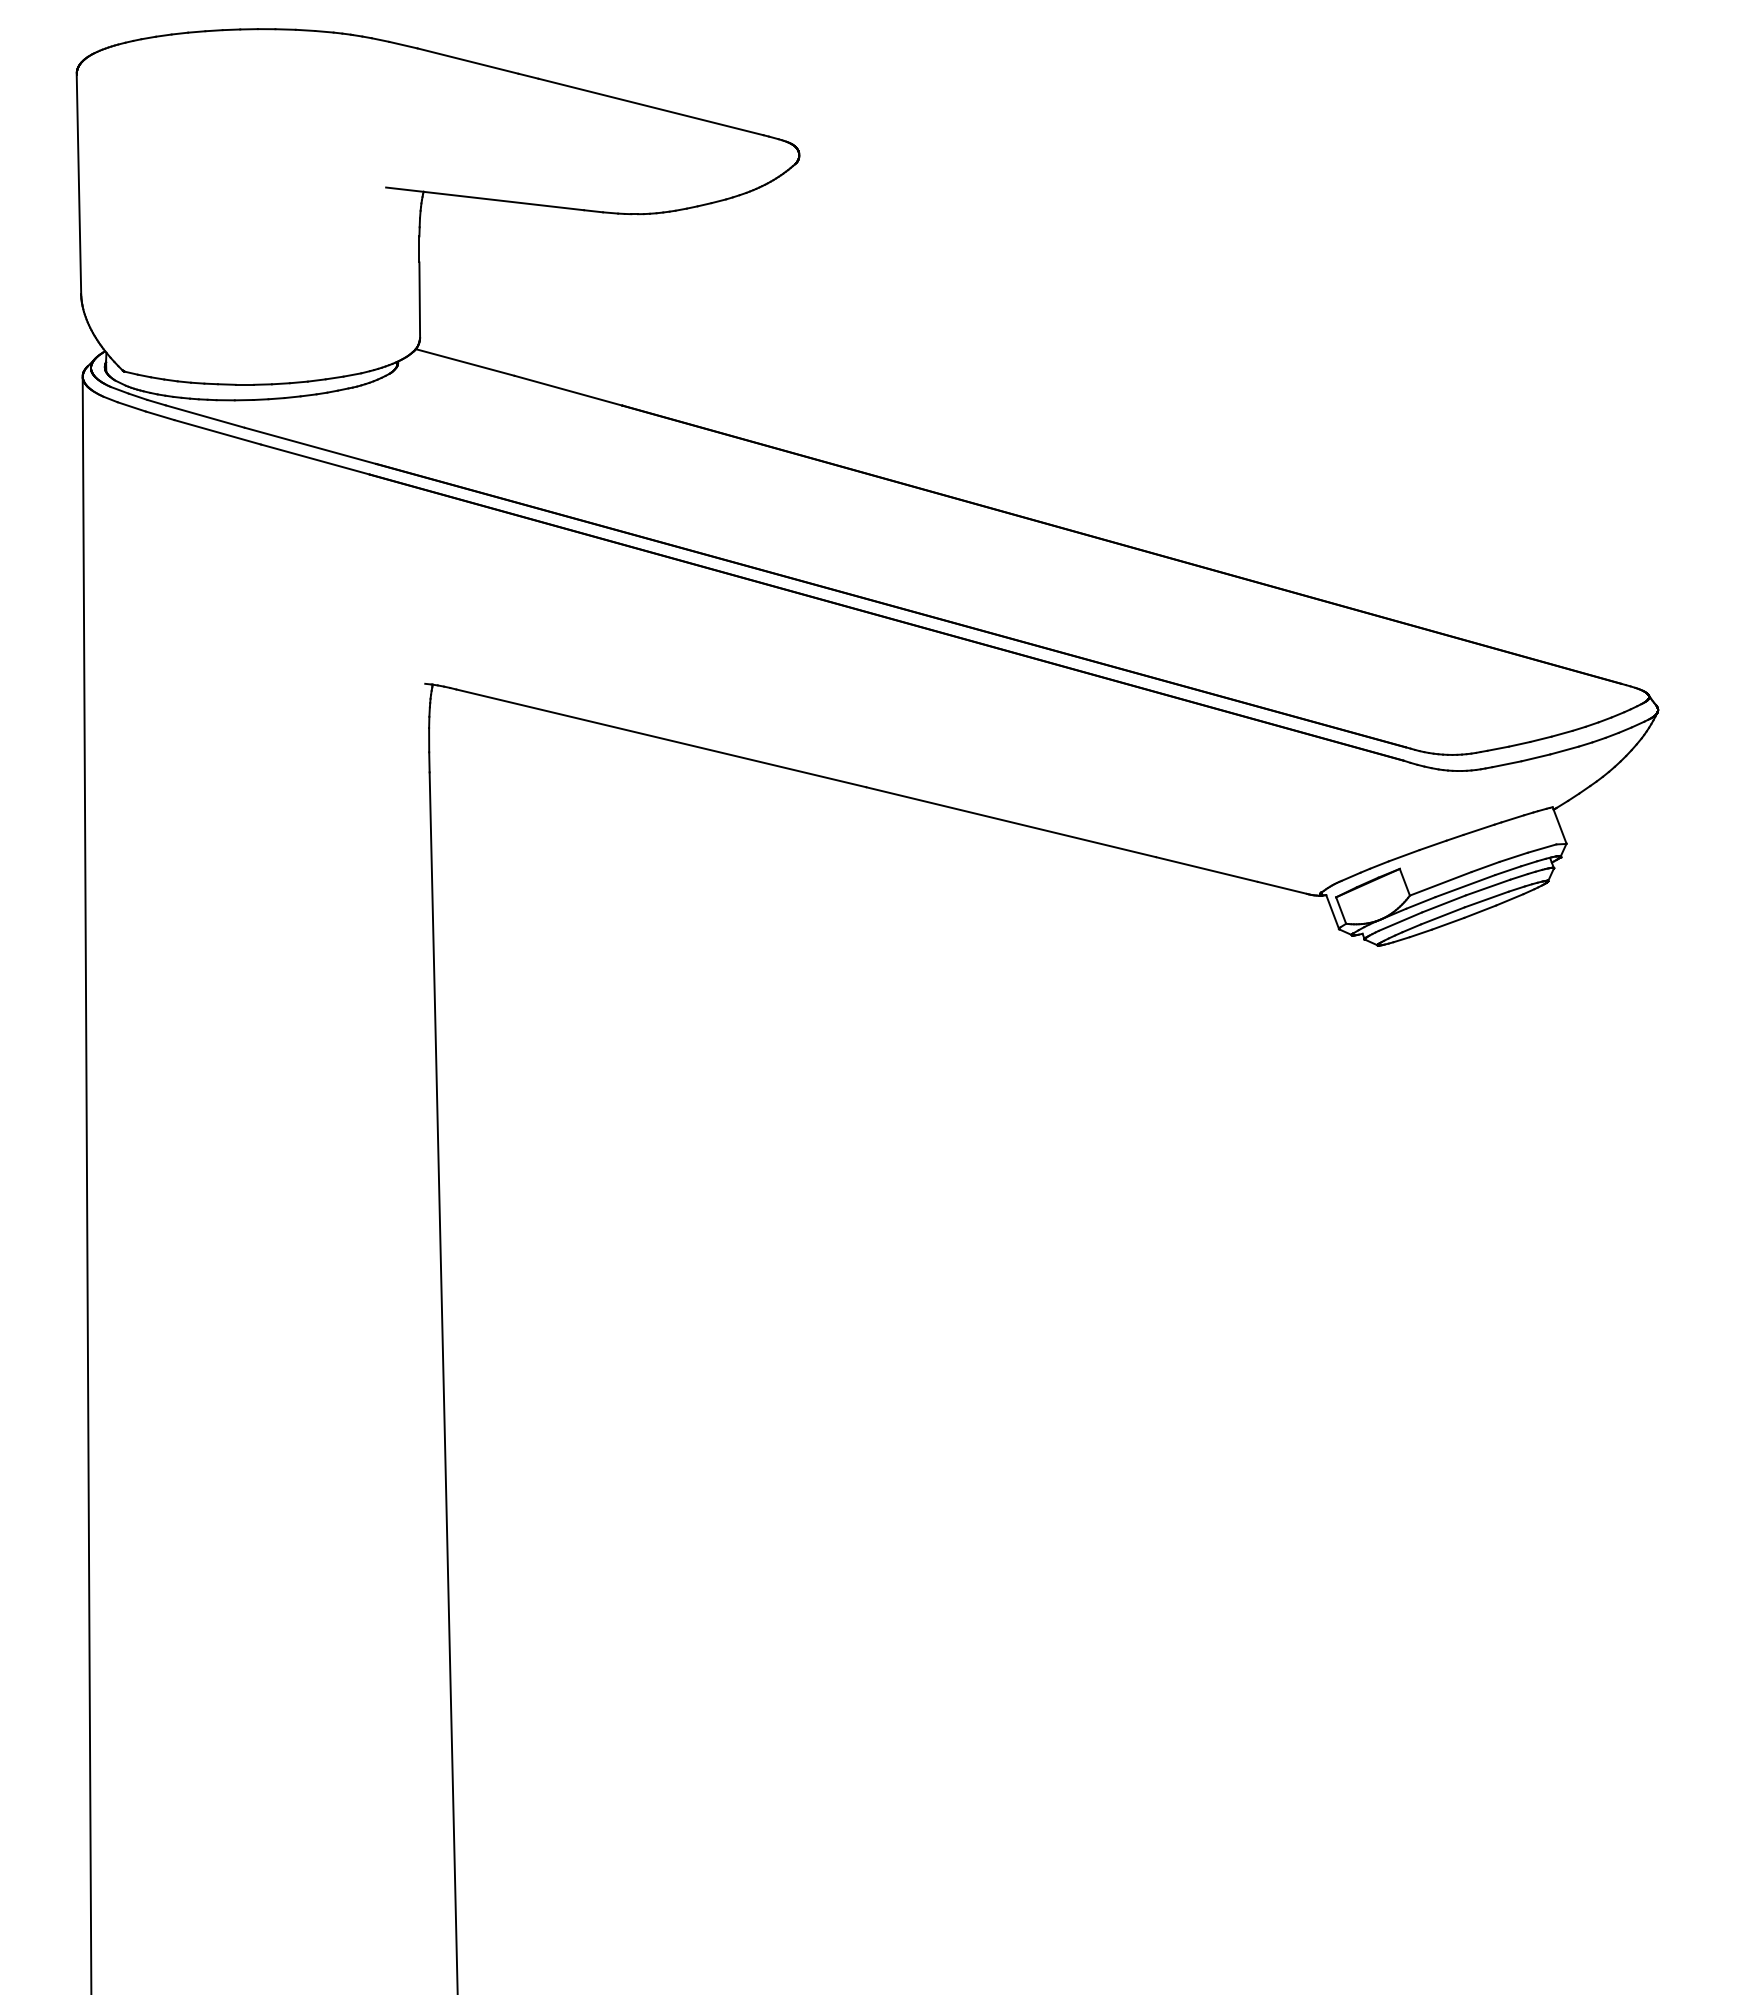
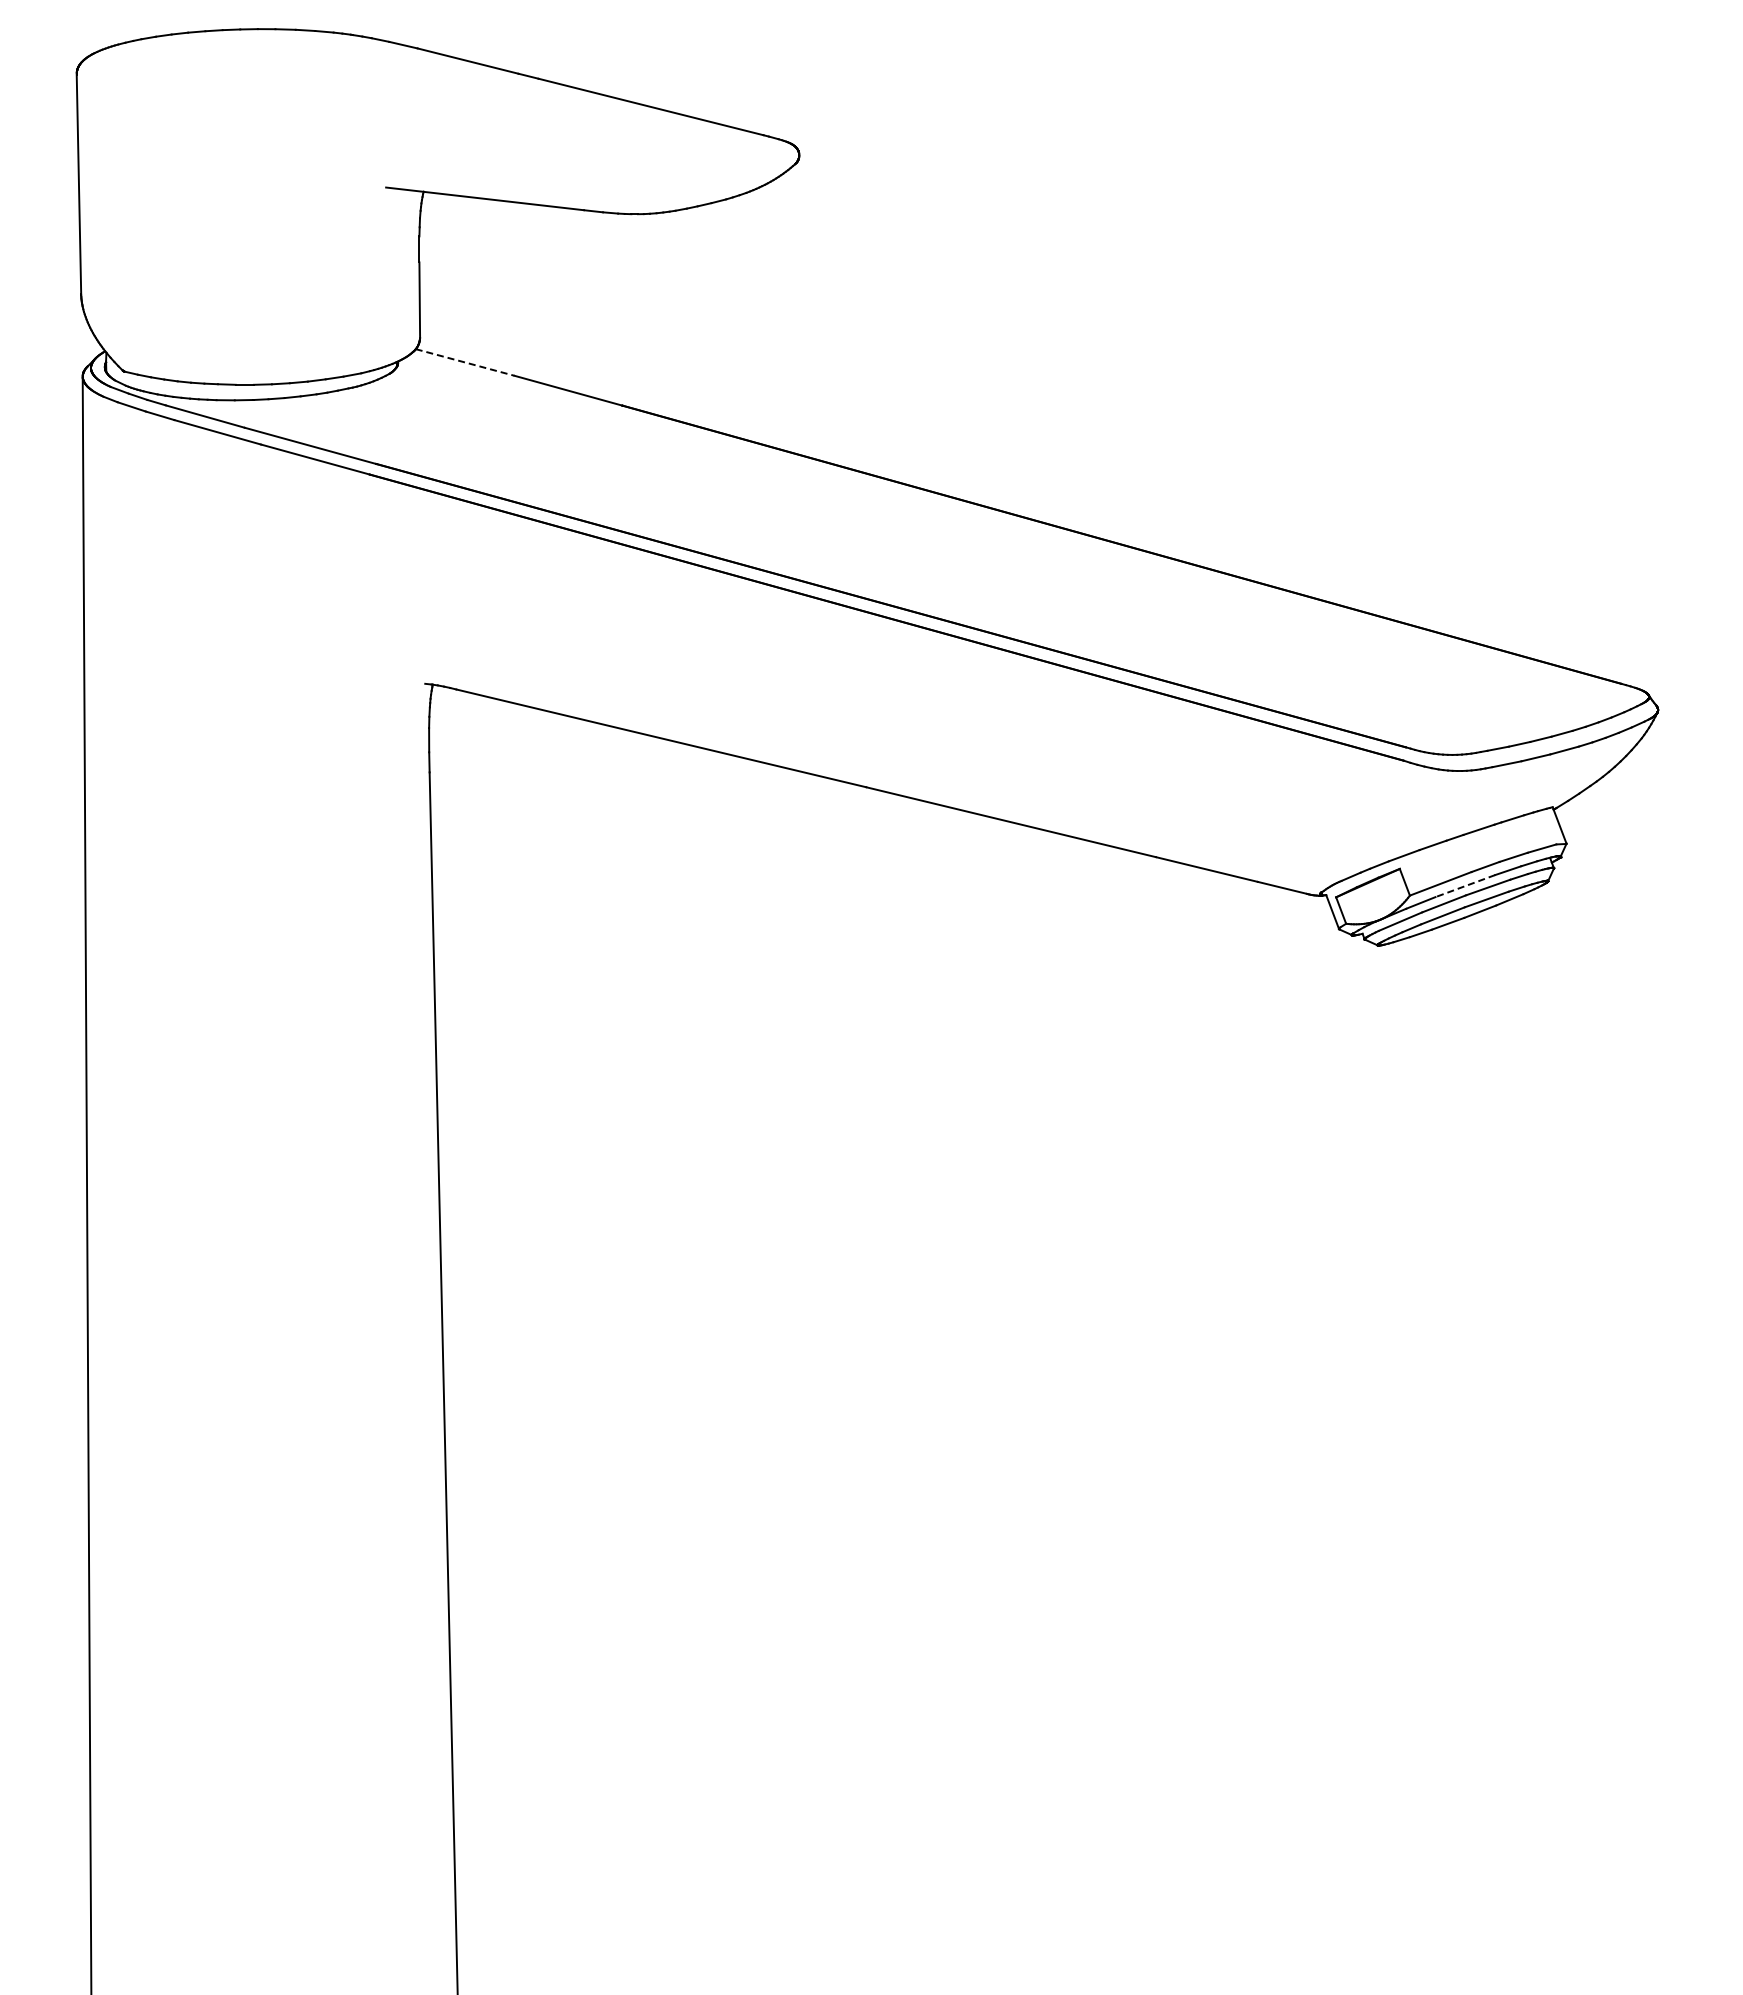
line at (465, 362): solid -> dashed
line at (1465, 886): solid -> dashed
